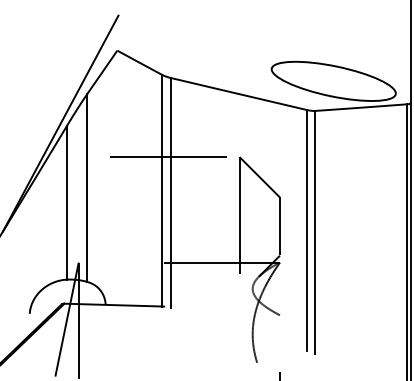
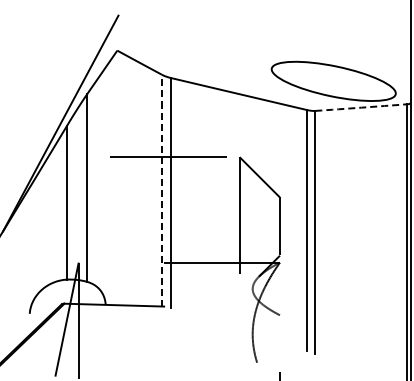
arc at (361, 107): solid -> dashed
line at (161, 190): solid -> dashed
